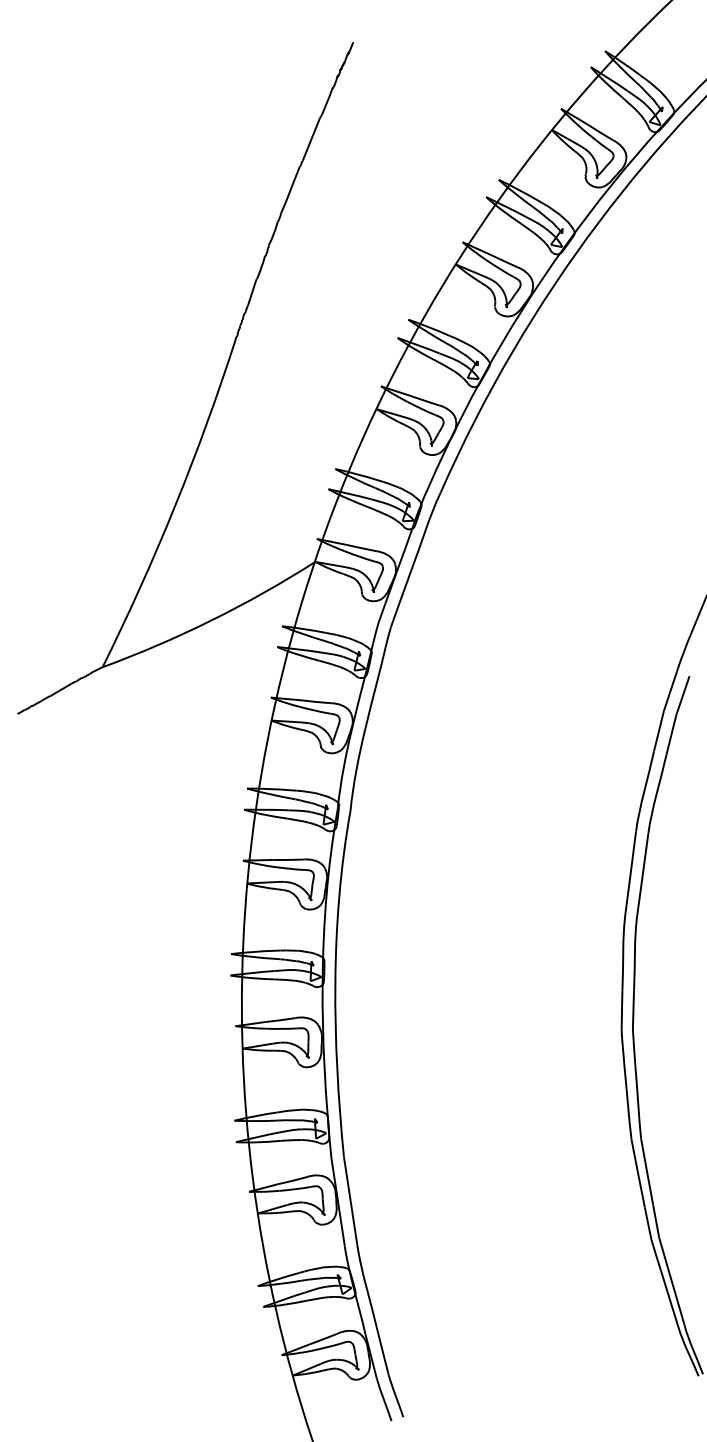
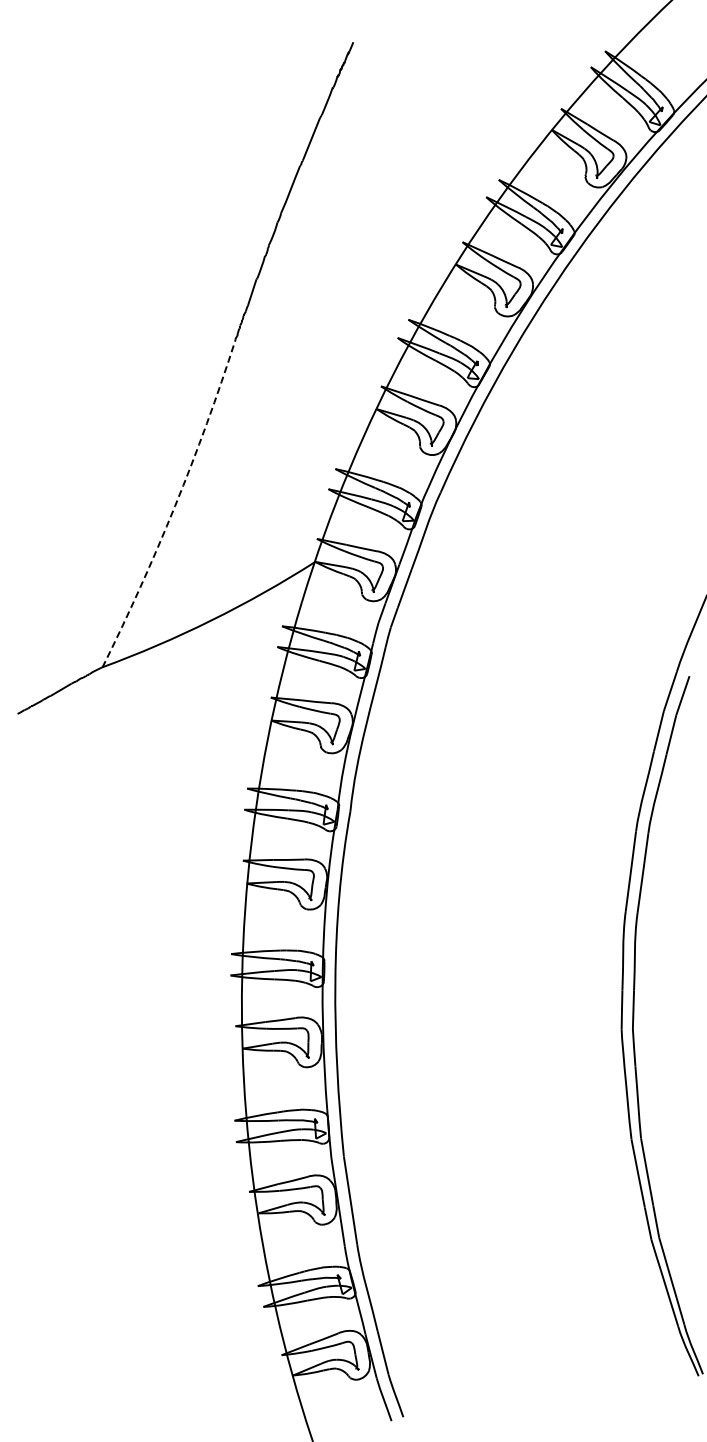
arc at (175, 506): solid -> dashed
